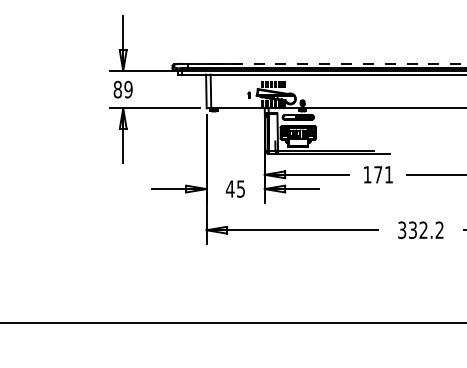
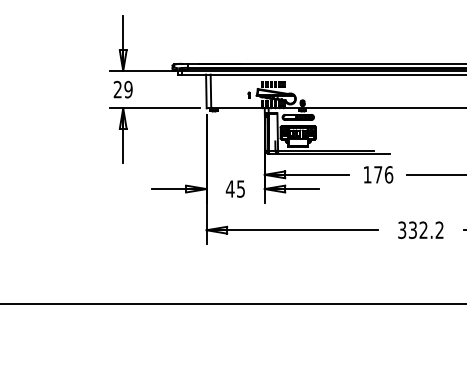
line at (327, 63): dashed -> solid
text at (117, 89): 89 -> 29
text at (388, 174): 171 -> 176
line at (232, 323) position: (232, 323) -> (232, 304)
